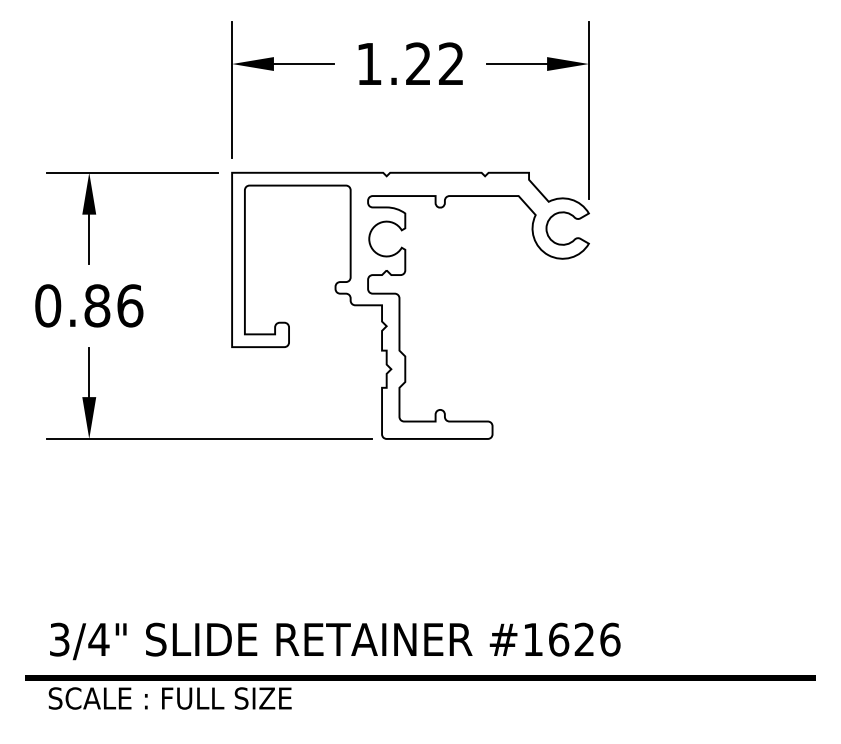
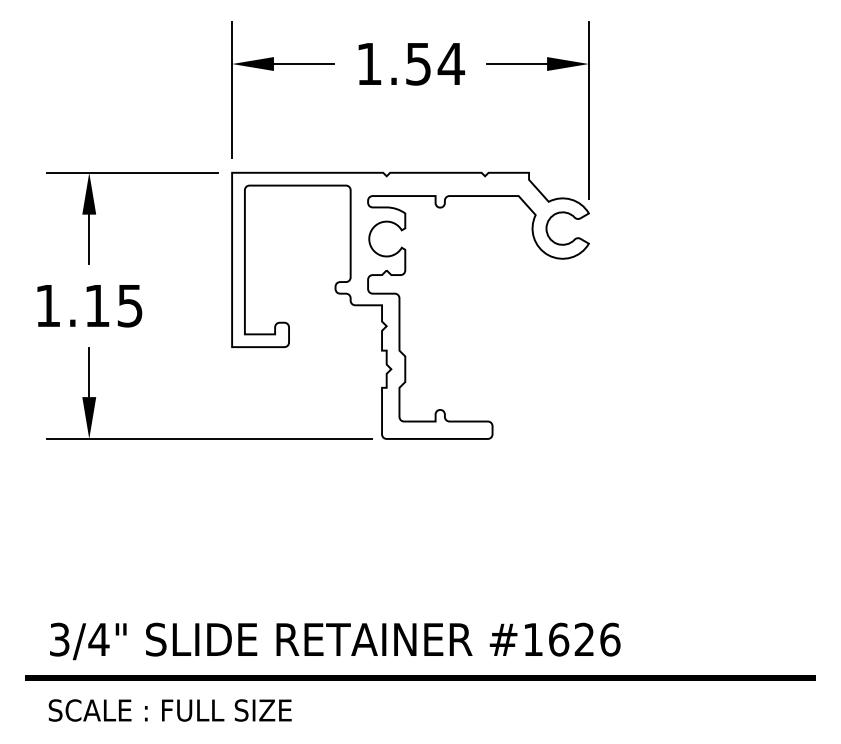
text at (435, 63): 1.22 -> 1.54
text at (89, 305): 0.86 -> 1.15
text at (169, 698) position: (169, 698) -> (169, 710)
